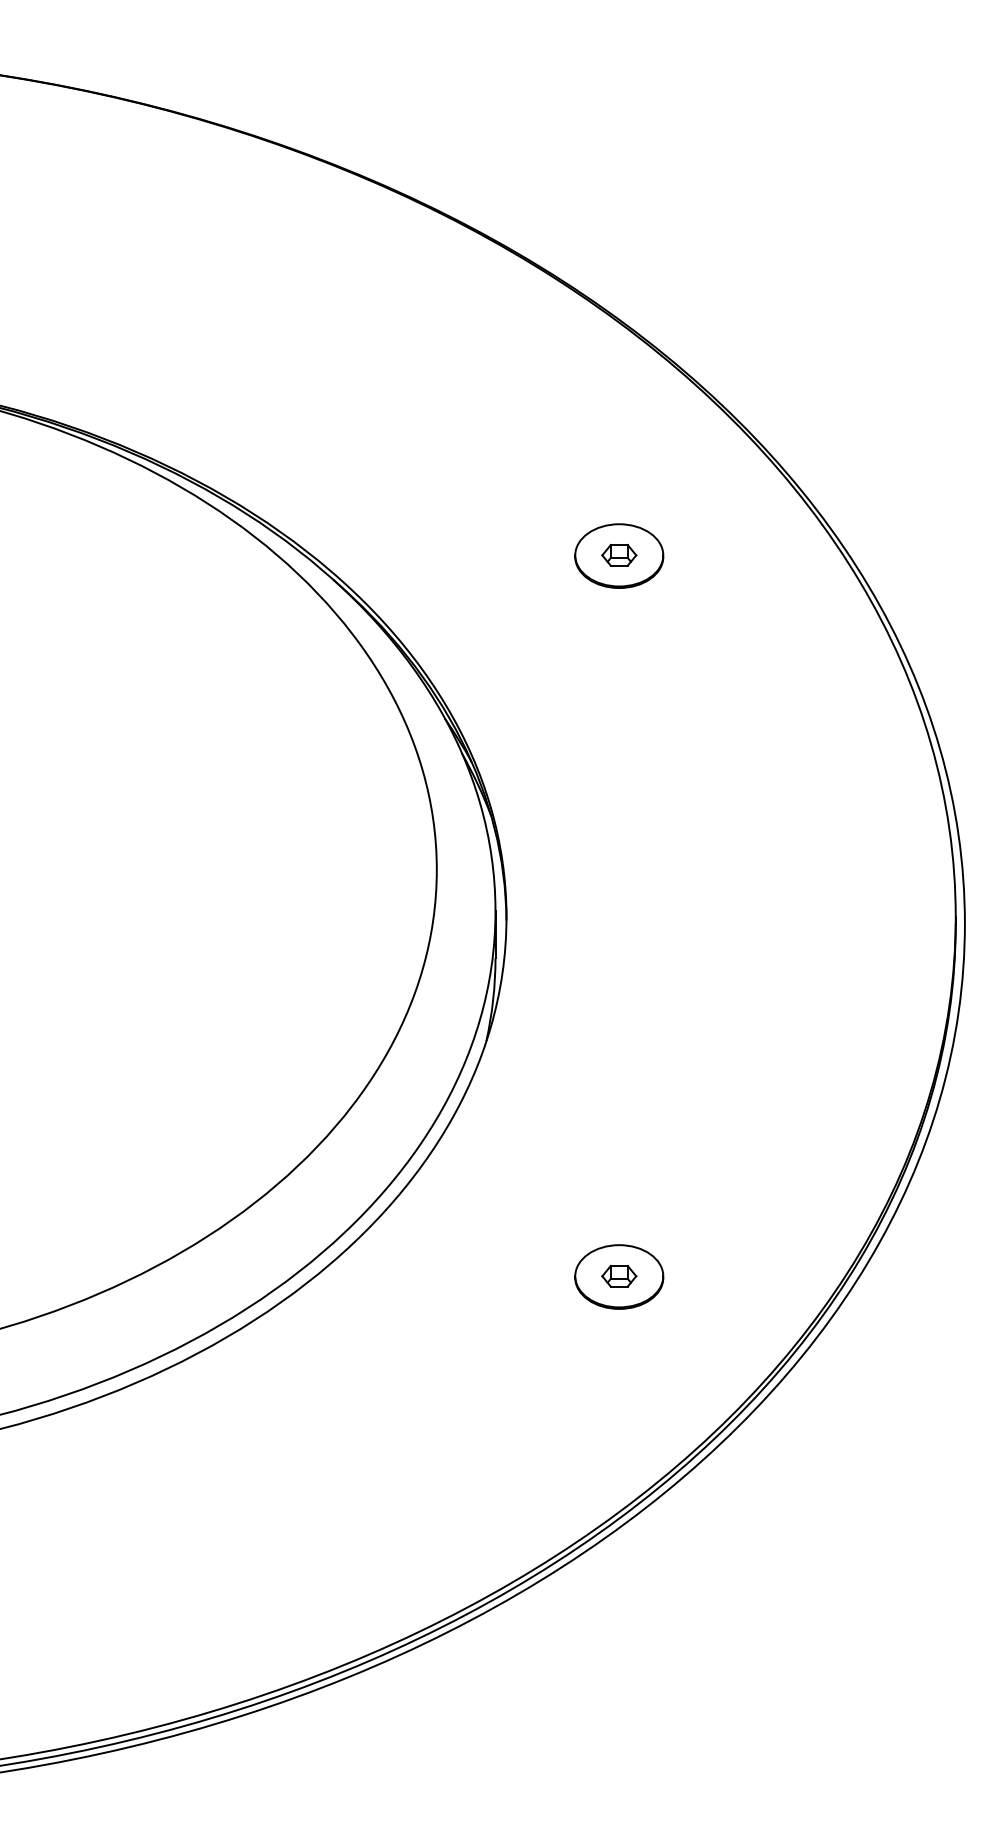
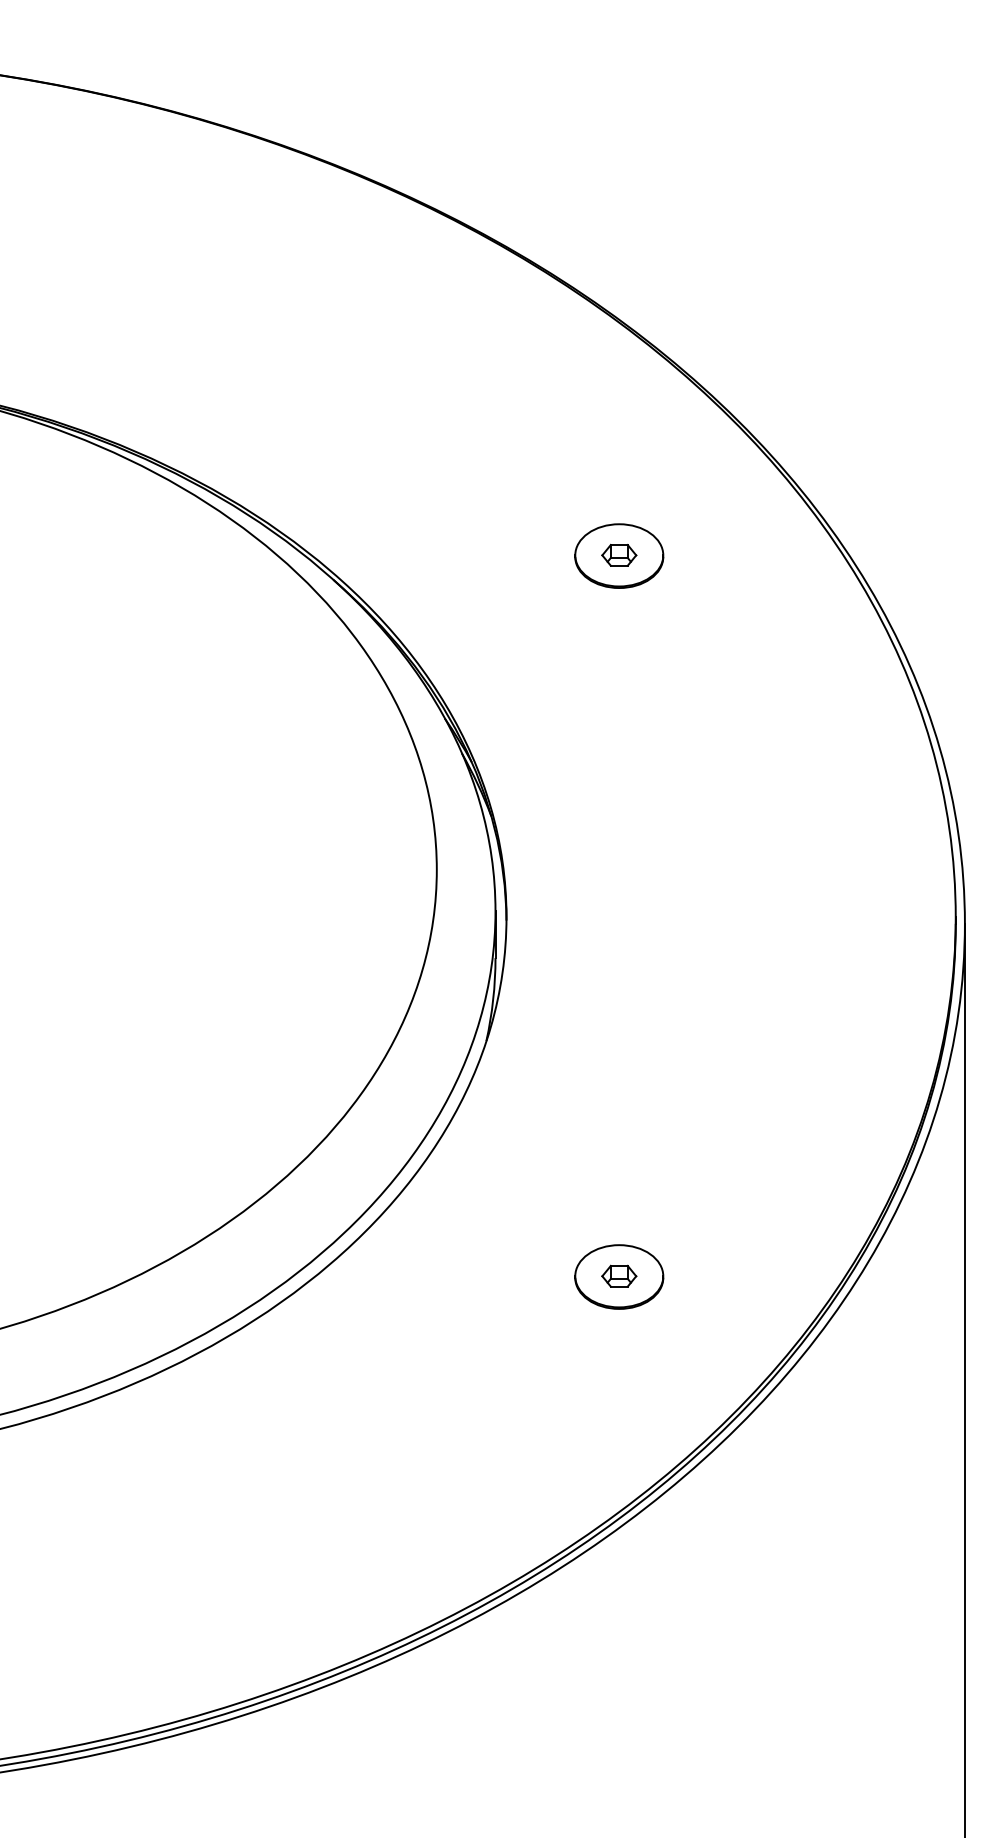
line at (964, 1378): none -> present
